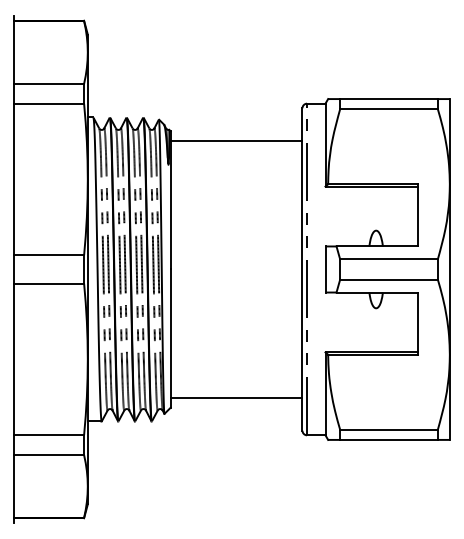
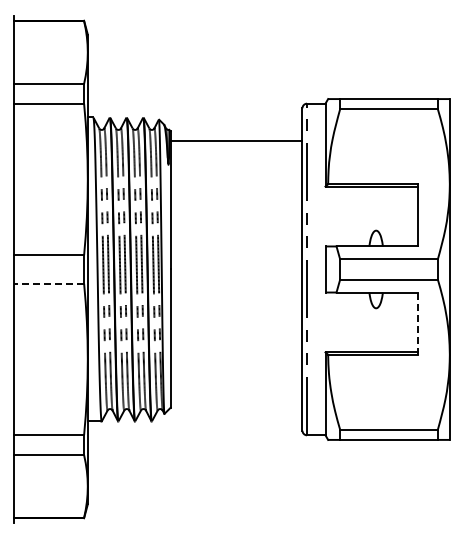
line at (49, 283): solid -> dashed
line at (417, 323): solid -> dashed
line at (236, 398): present -> none
